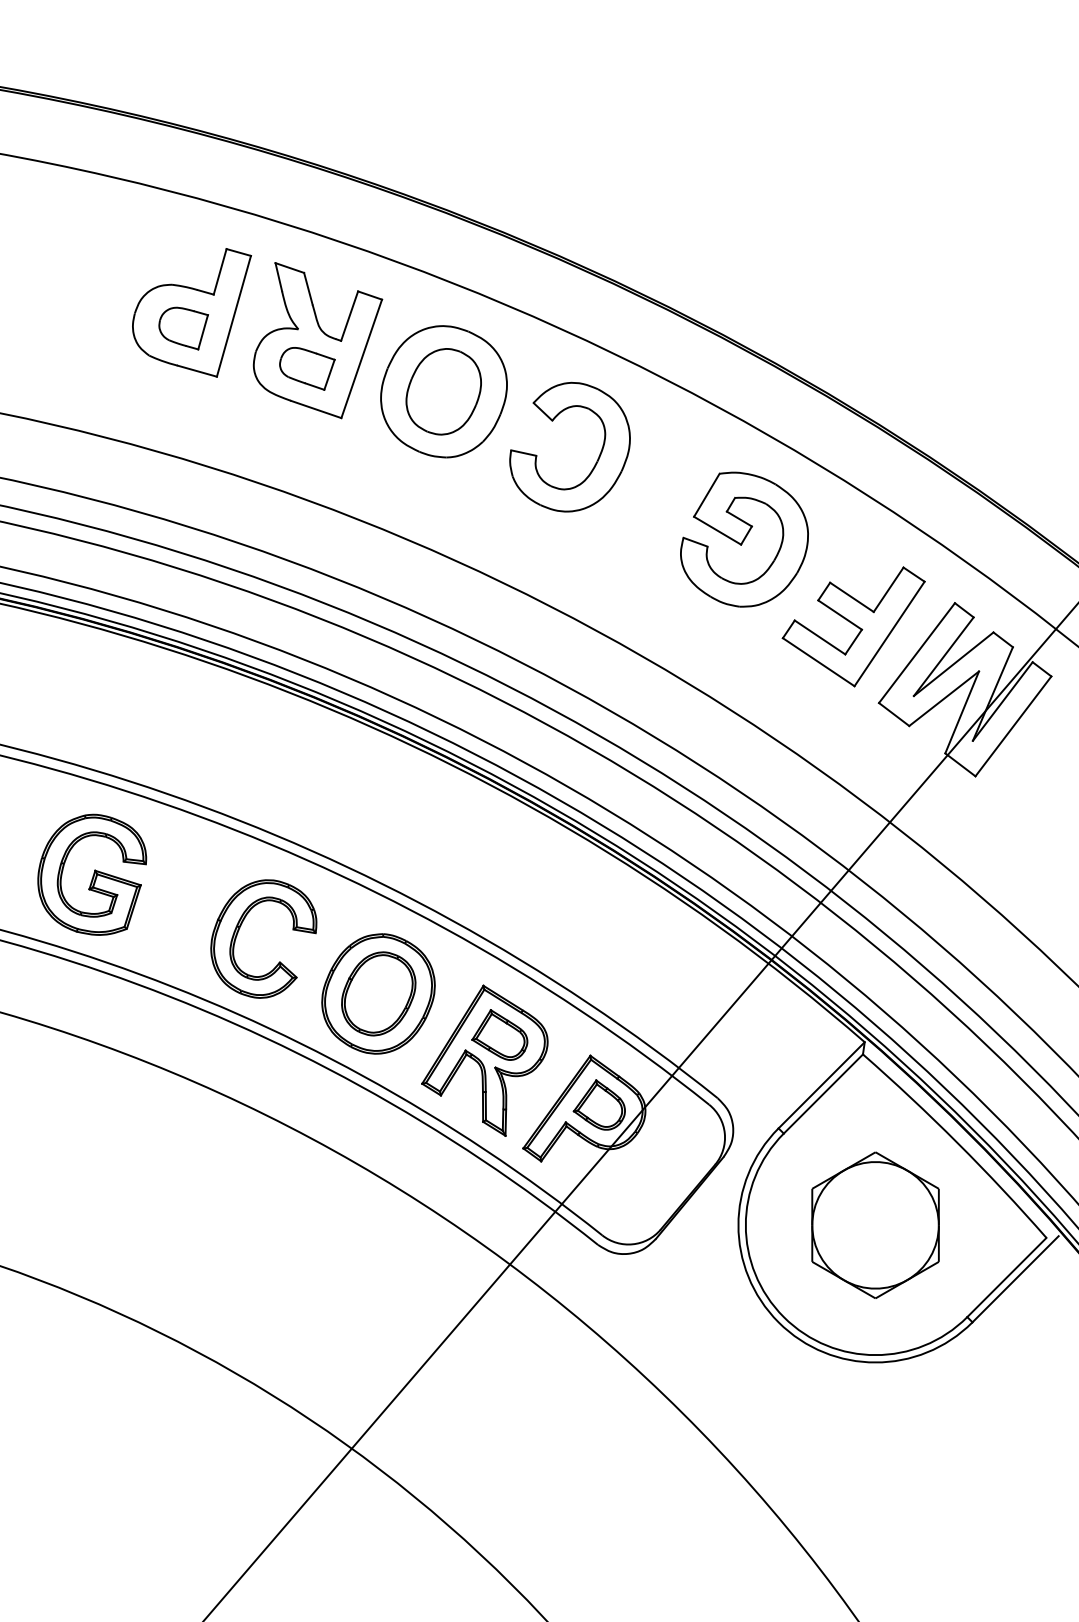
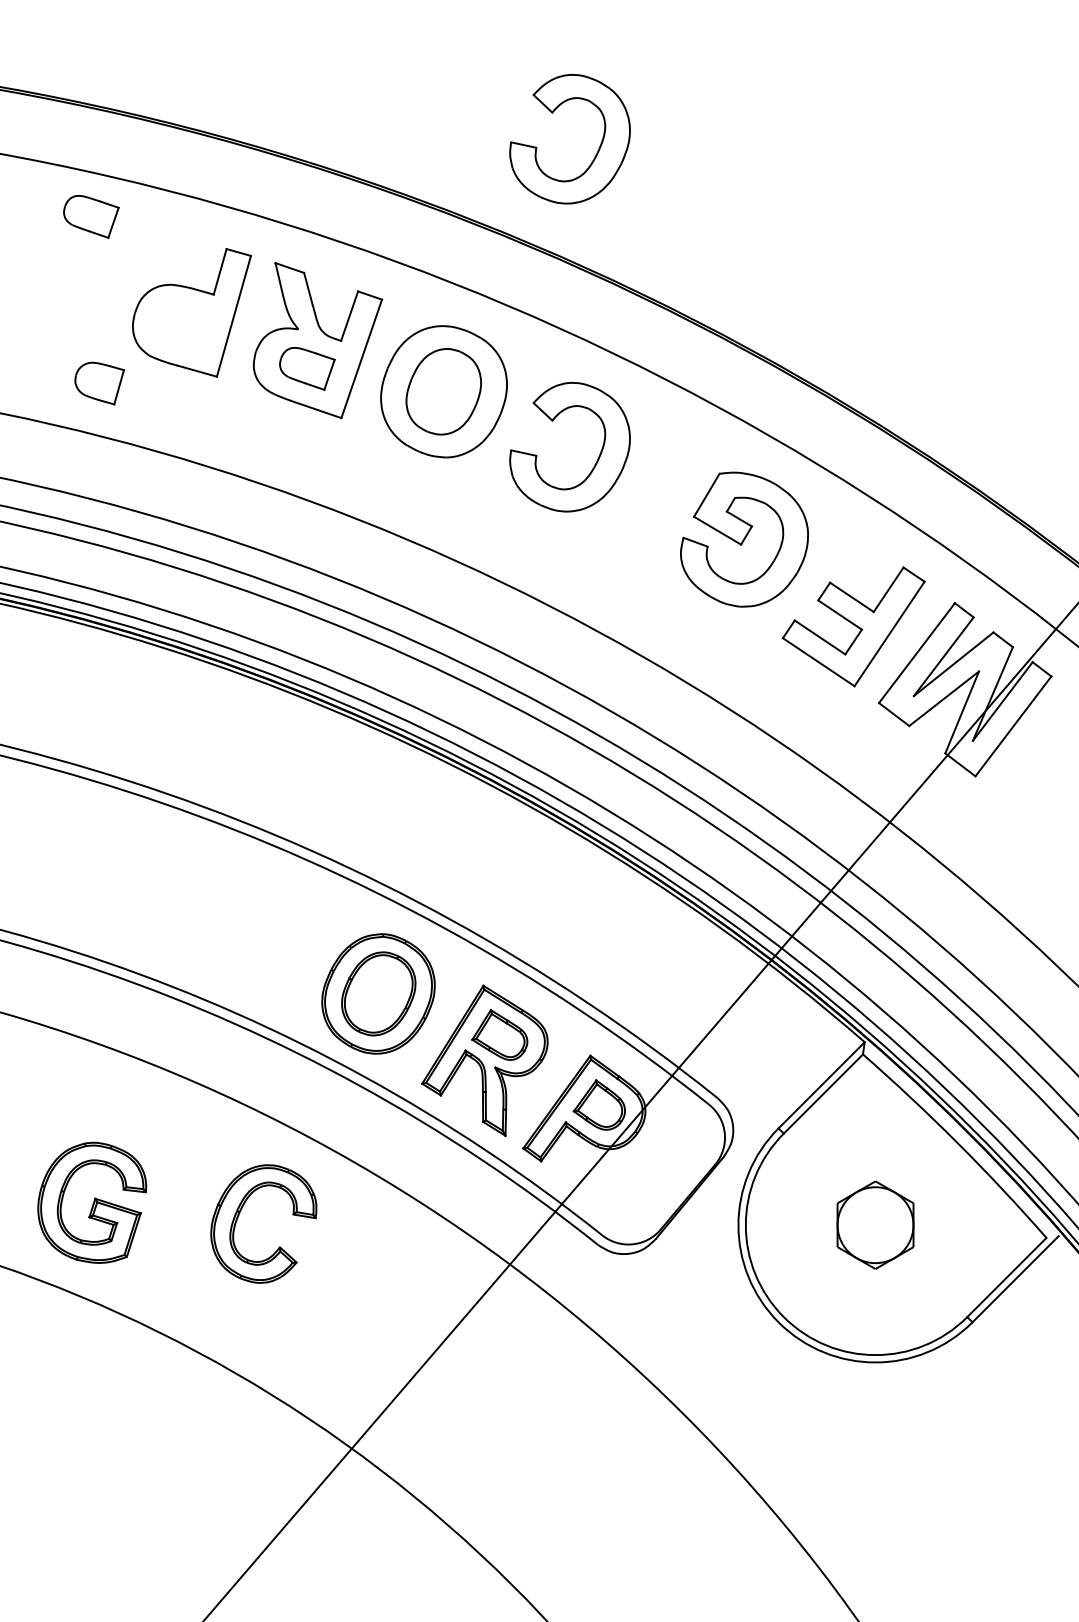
part at (552, 113): none -> present
part at (91, 216): none -> present
part at (183, 328) position: (183, 328) -> (99, 383)
part at (92, 874) position: (92, 874) -> (92, 1202)
part at (240, 928) position: (240, 928) -> (240, 1213)
part at (875, 1224) size: 129x148 px -> 79x90 px
